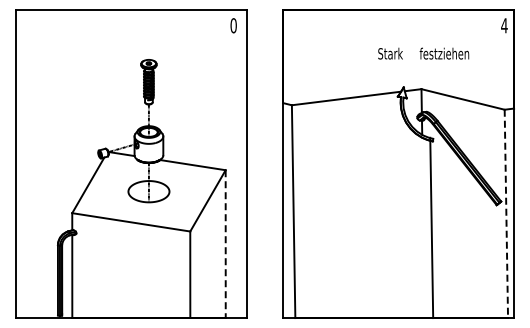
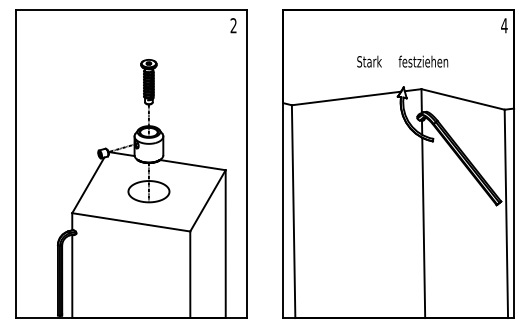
text at (233, 25): 0 -> 2
text at (423, 53) position: (423, 53) -> (402, 61)
line at (506, 214): dashed -> solid
line at (431, 227) position: (431, 227) -> (423, 227)
line at (225, 243): dashed -> solid
